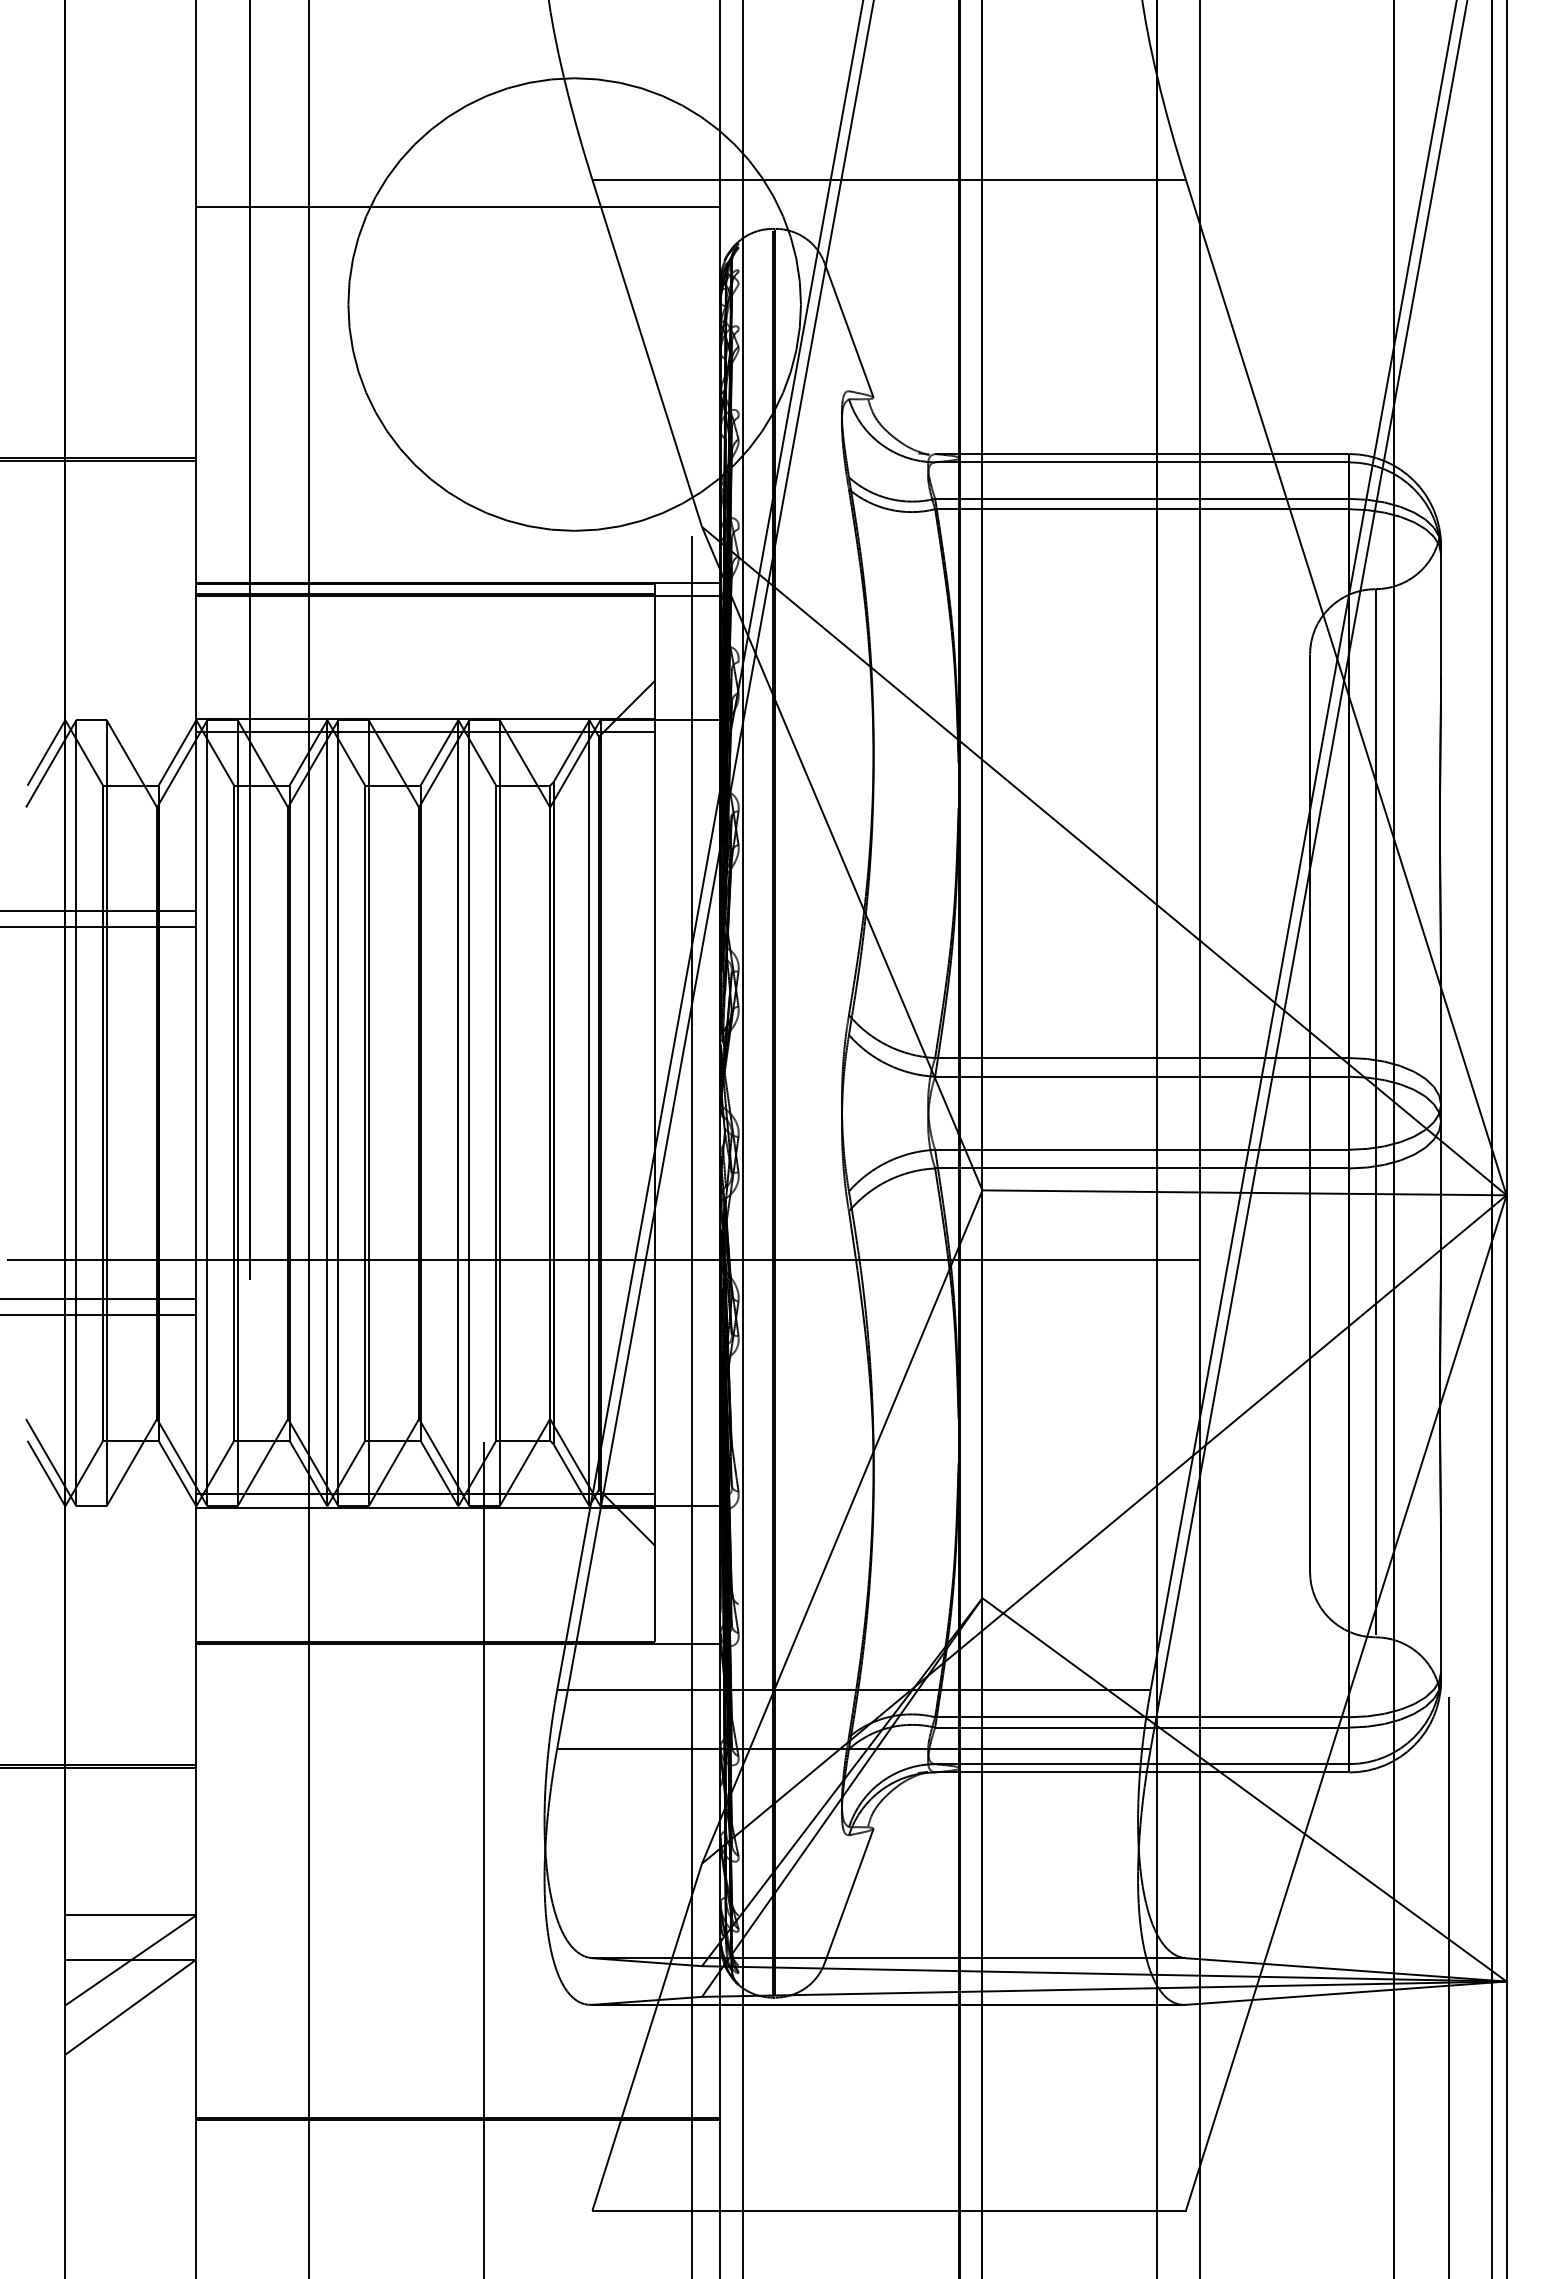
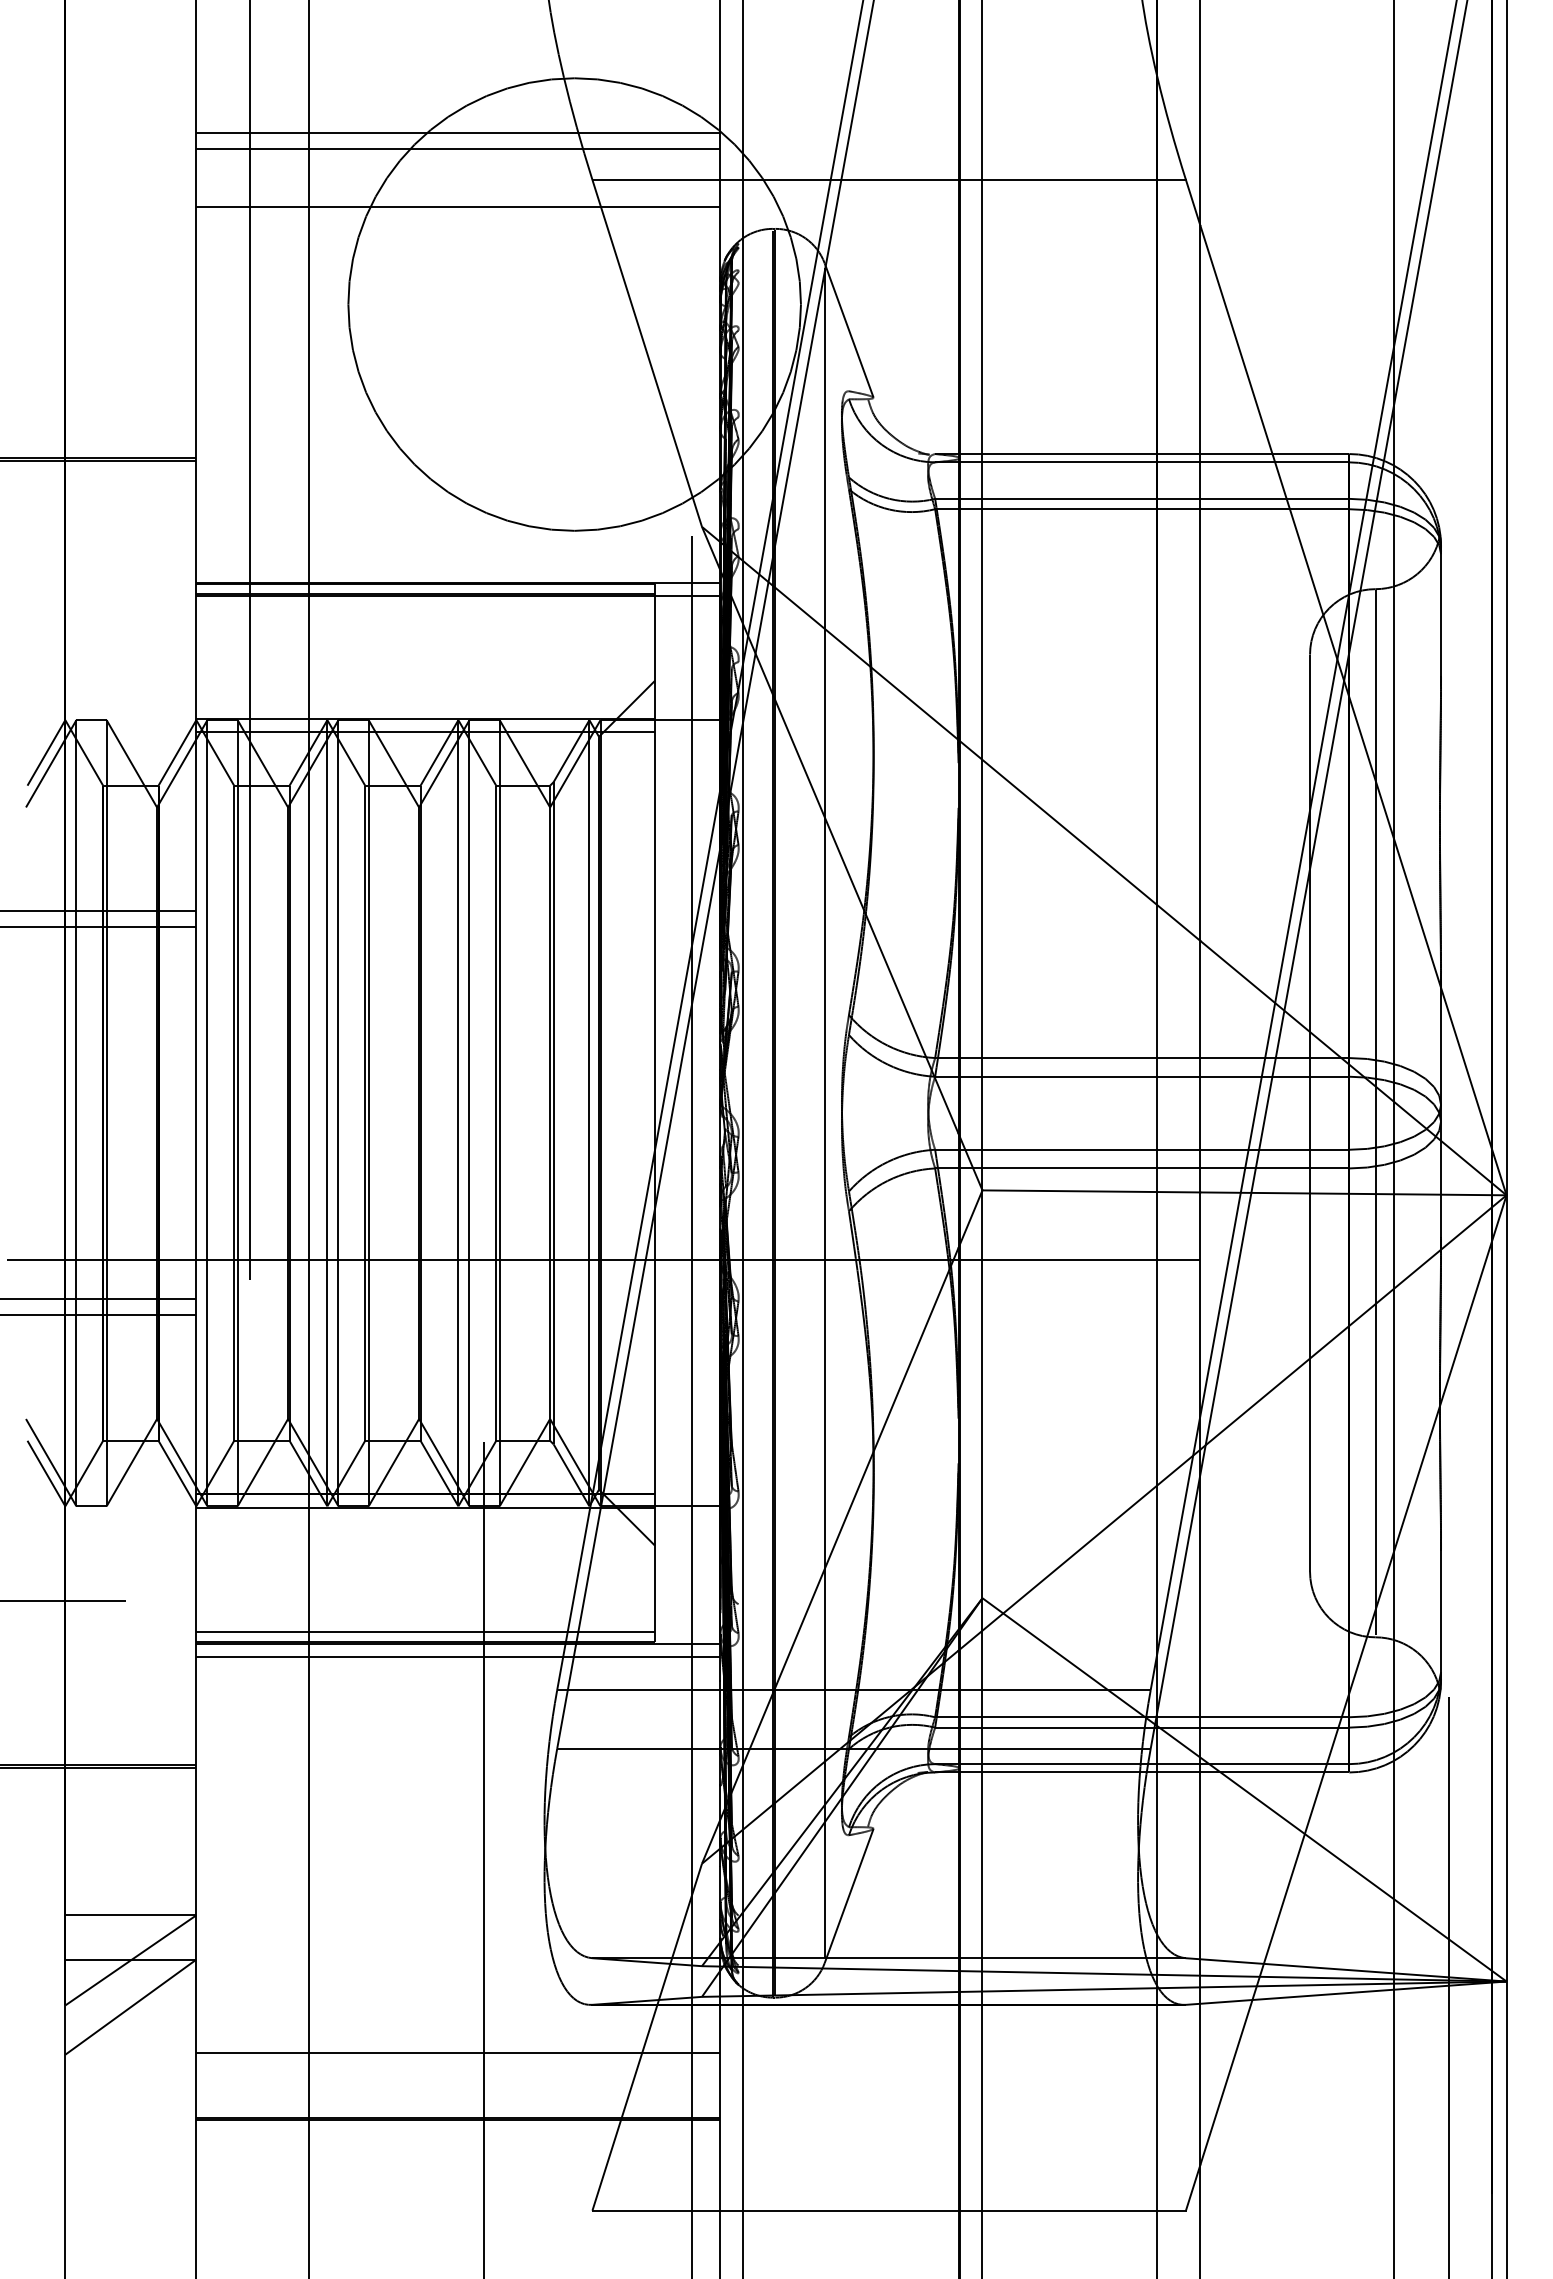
line at (458, 132): none -> present
line at (458, 149): none -> present
line at (824, 1113): none -> present
line at (63, 1600): none -> present
line at (425, 1632): none -> present
line at (458, 1657): none -> present
line at (458, 2053): none -> present
